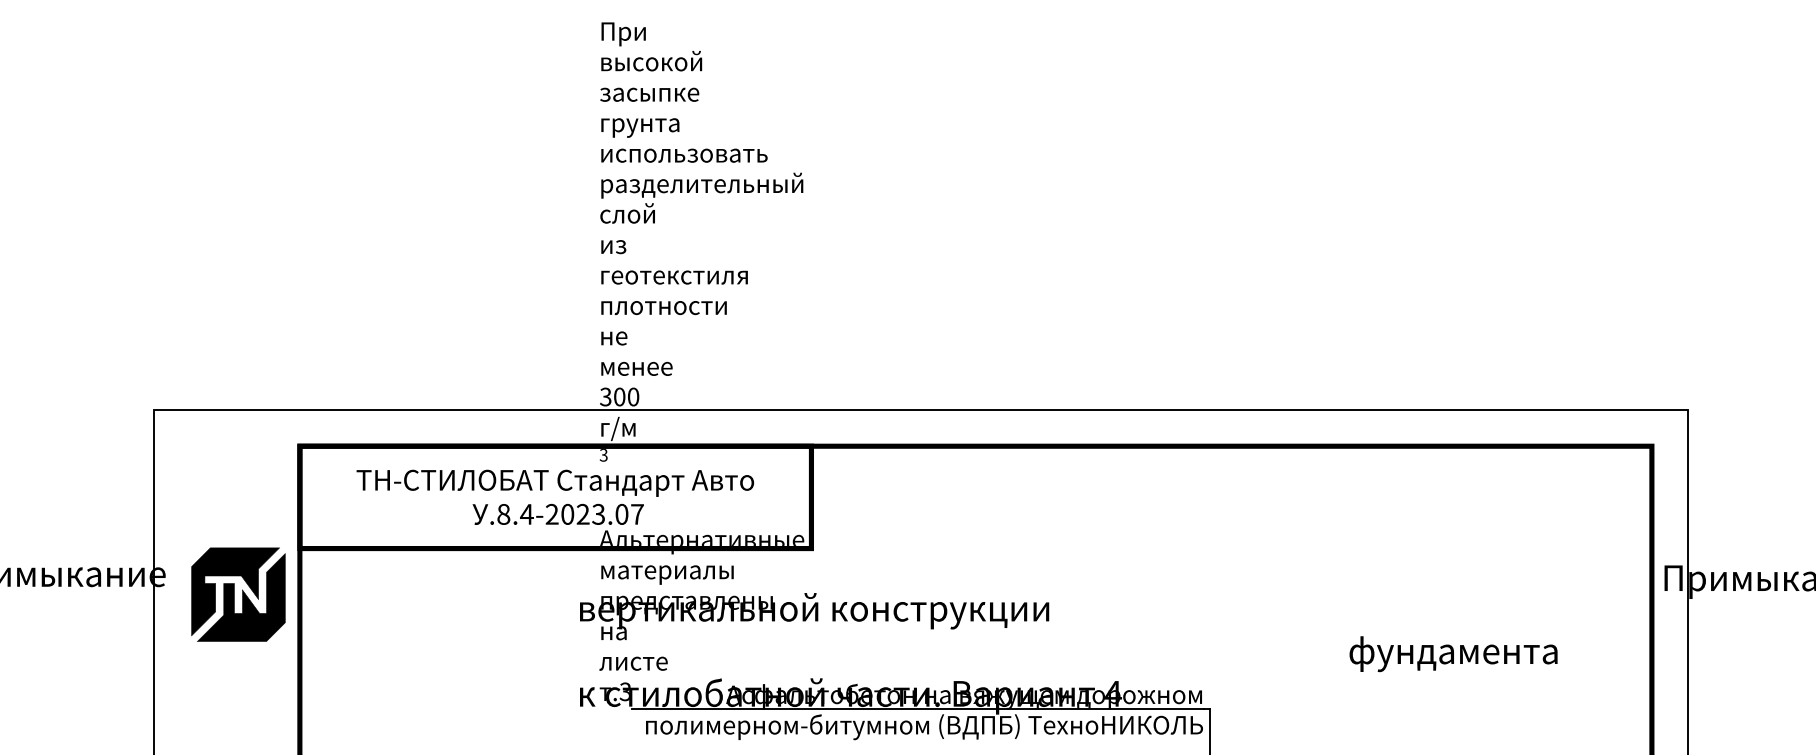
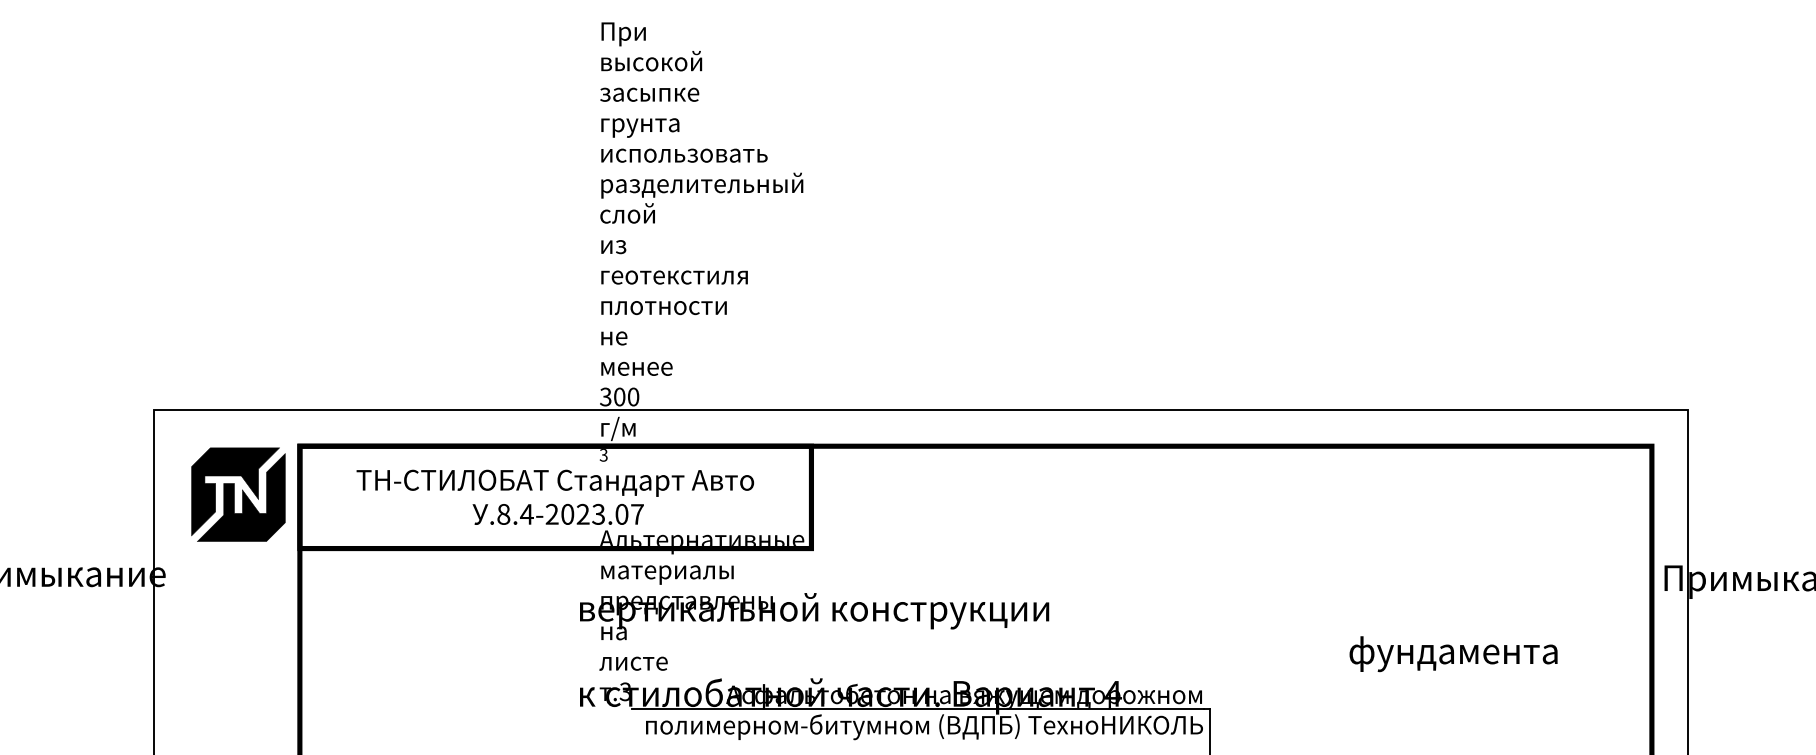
part at (238, 594) position: (238, 594) -> (238, 494)
